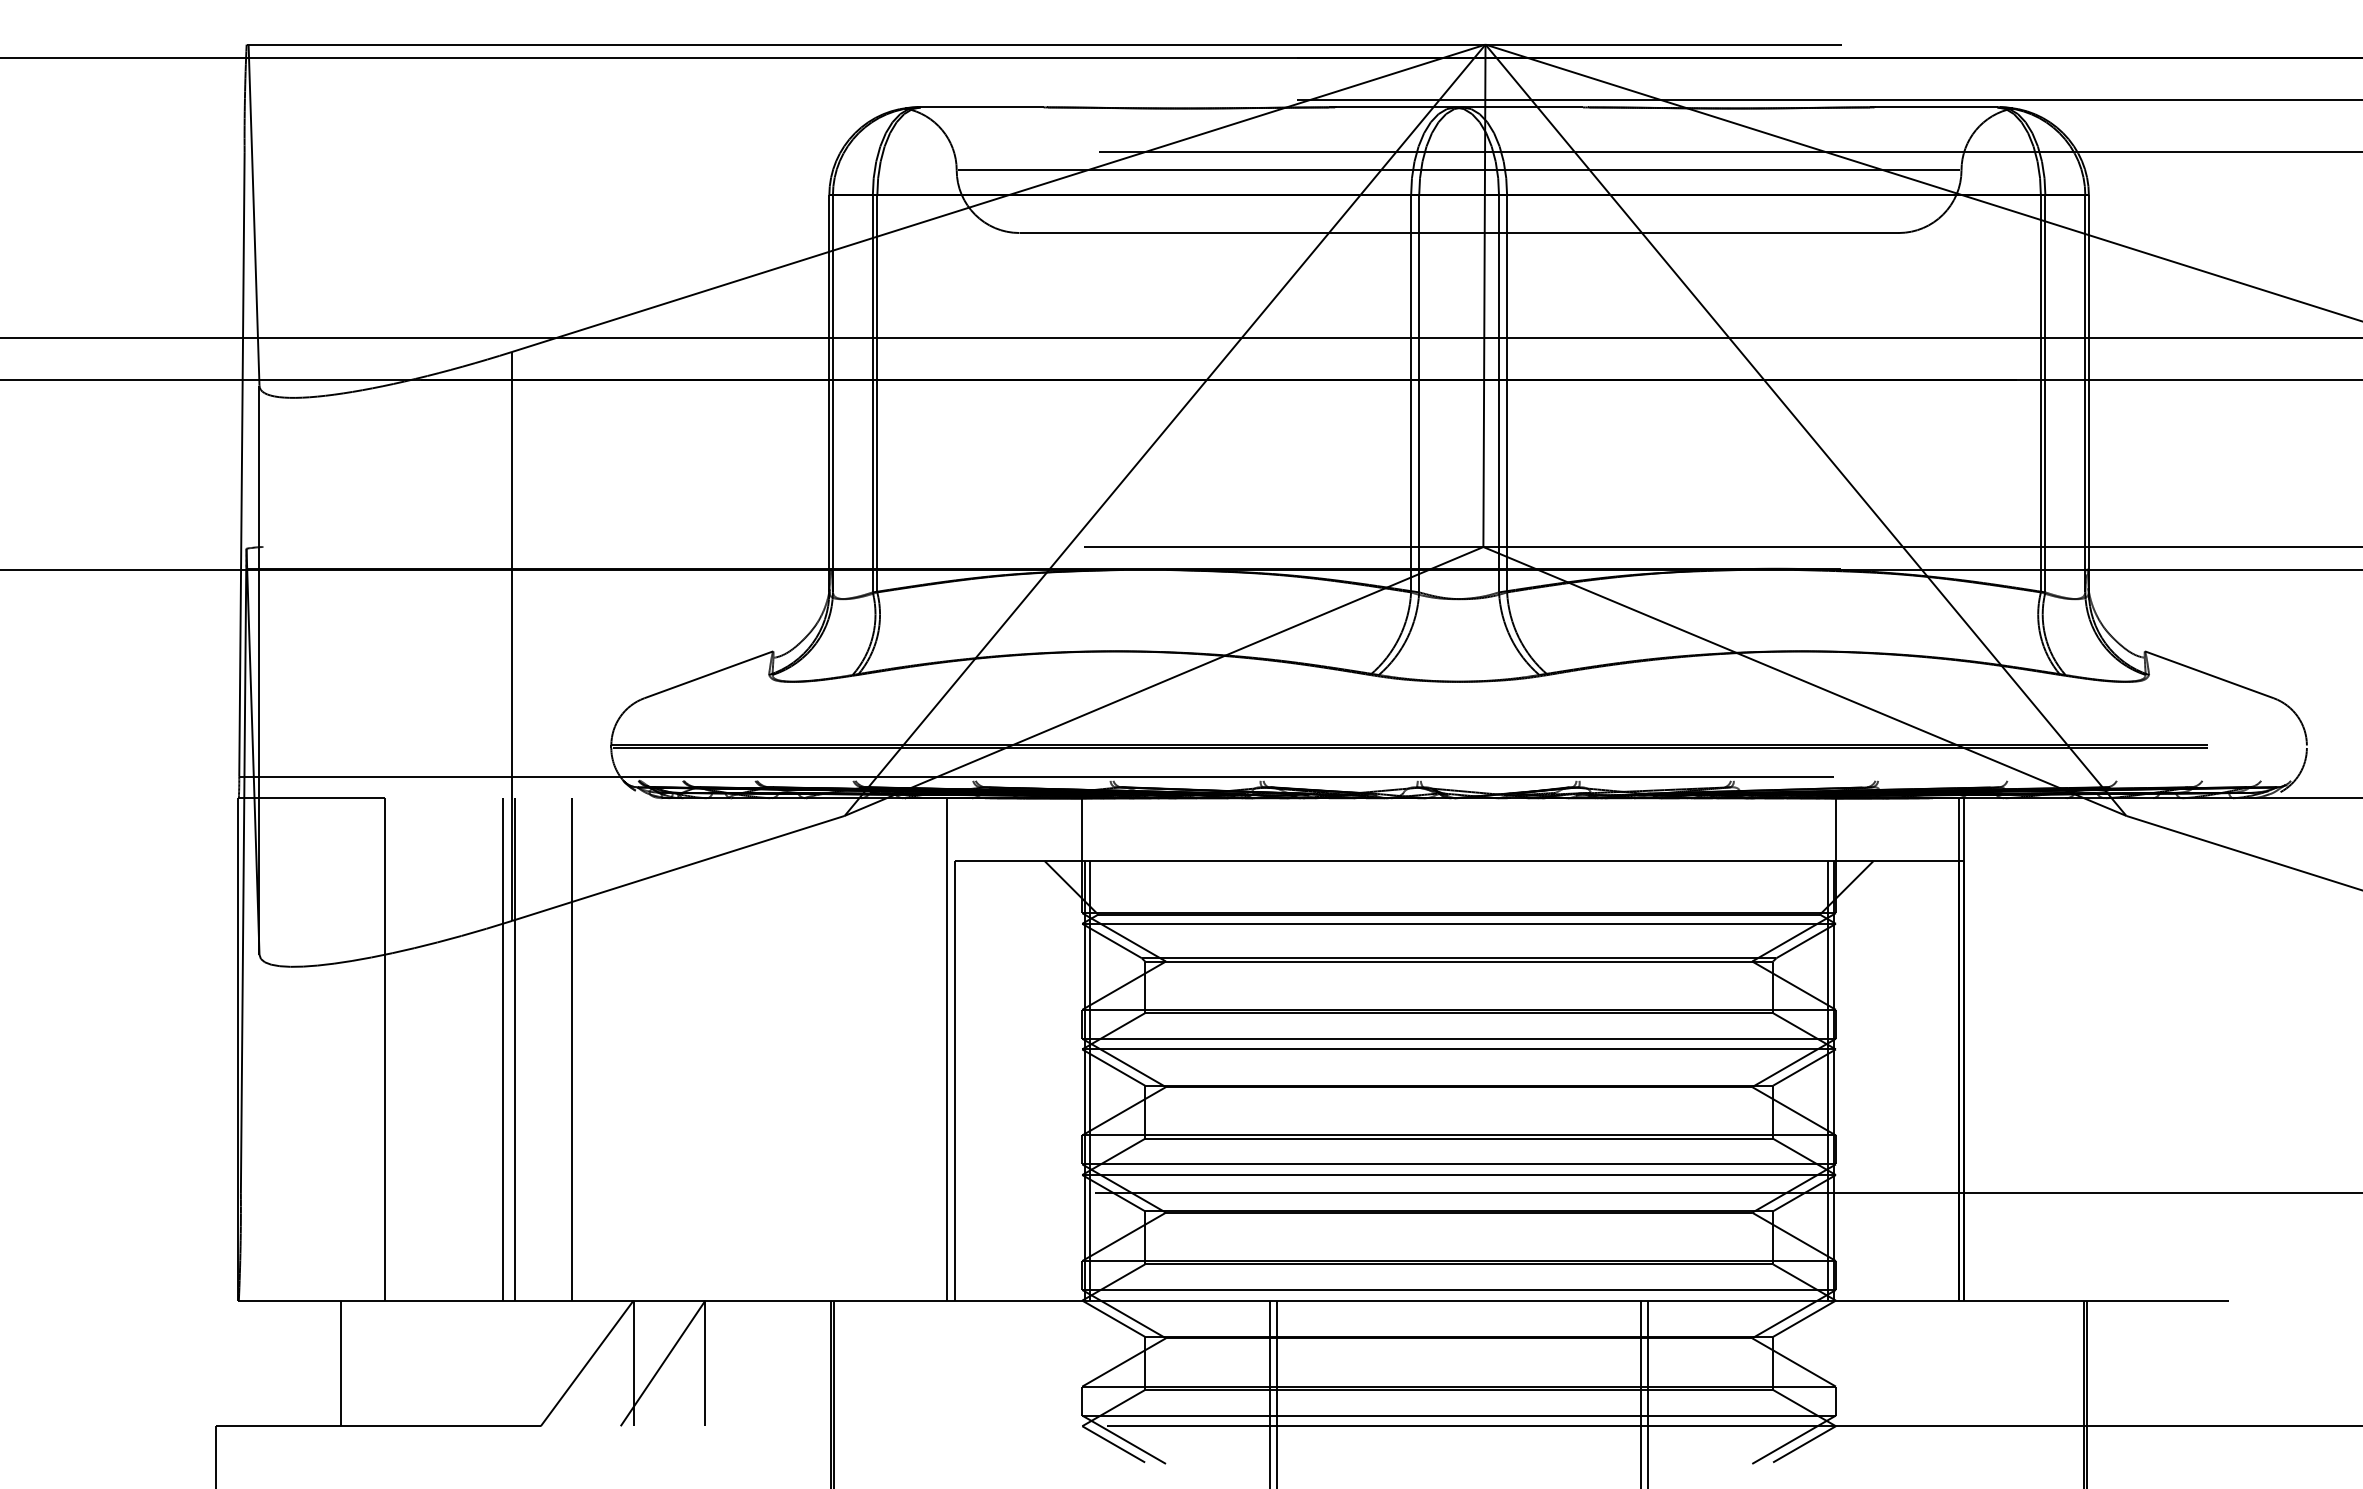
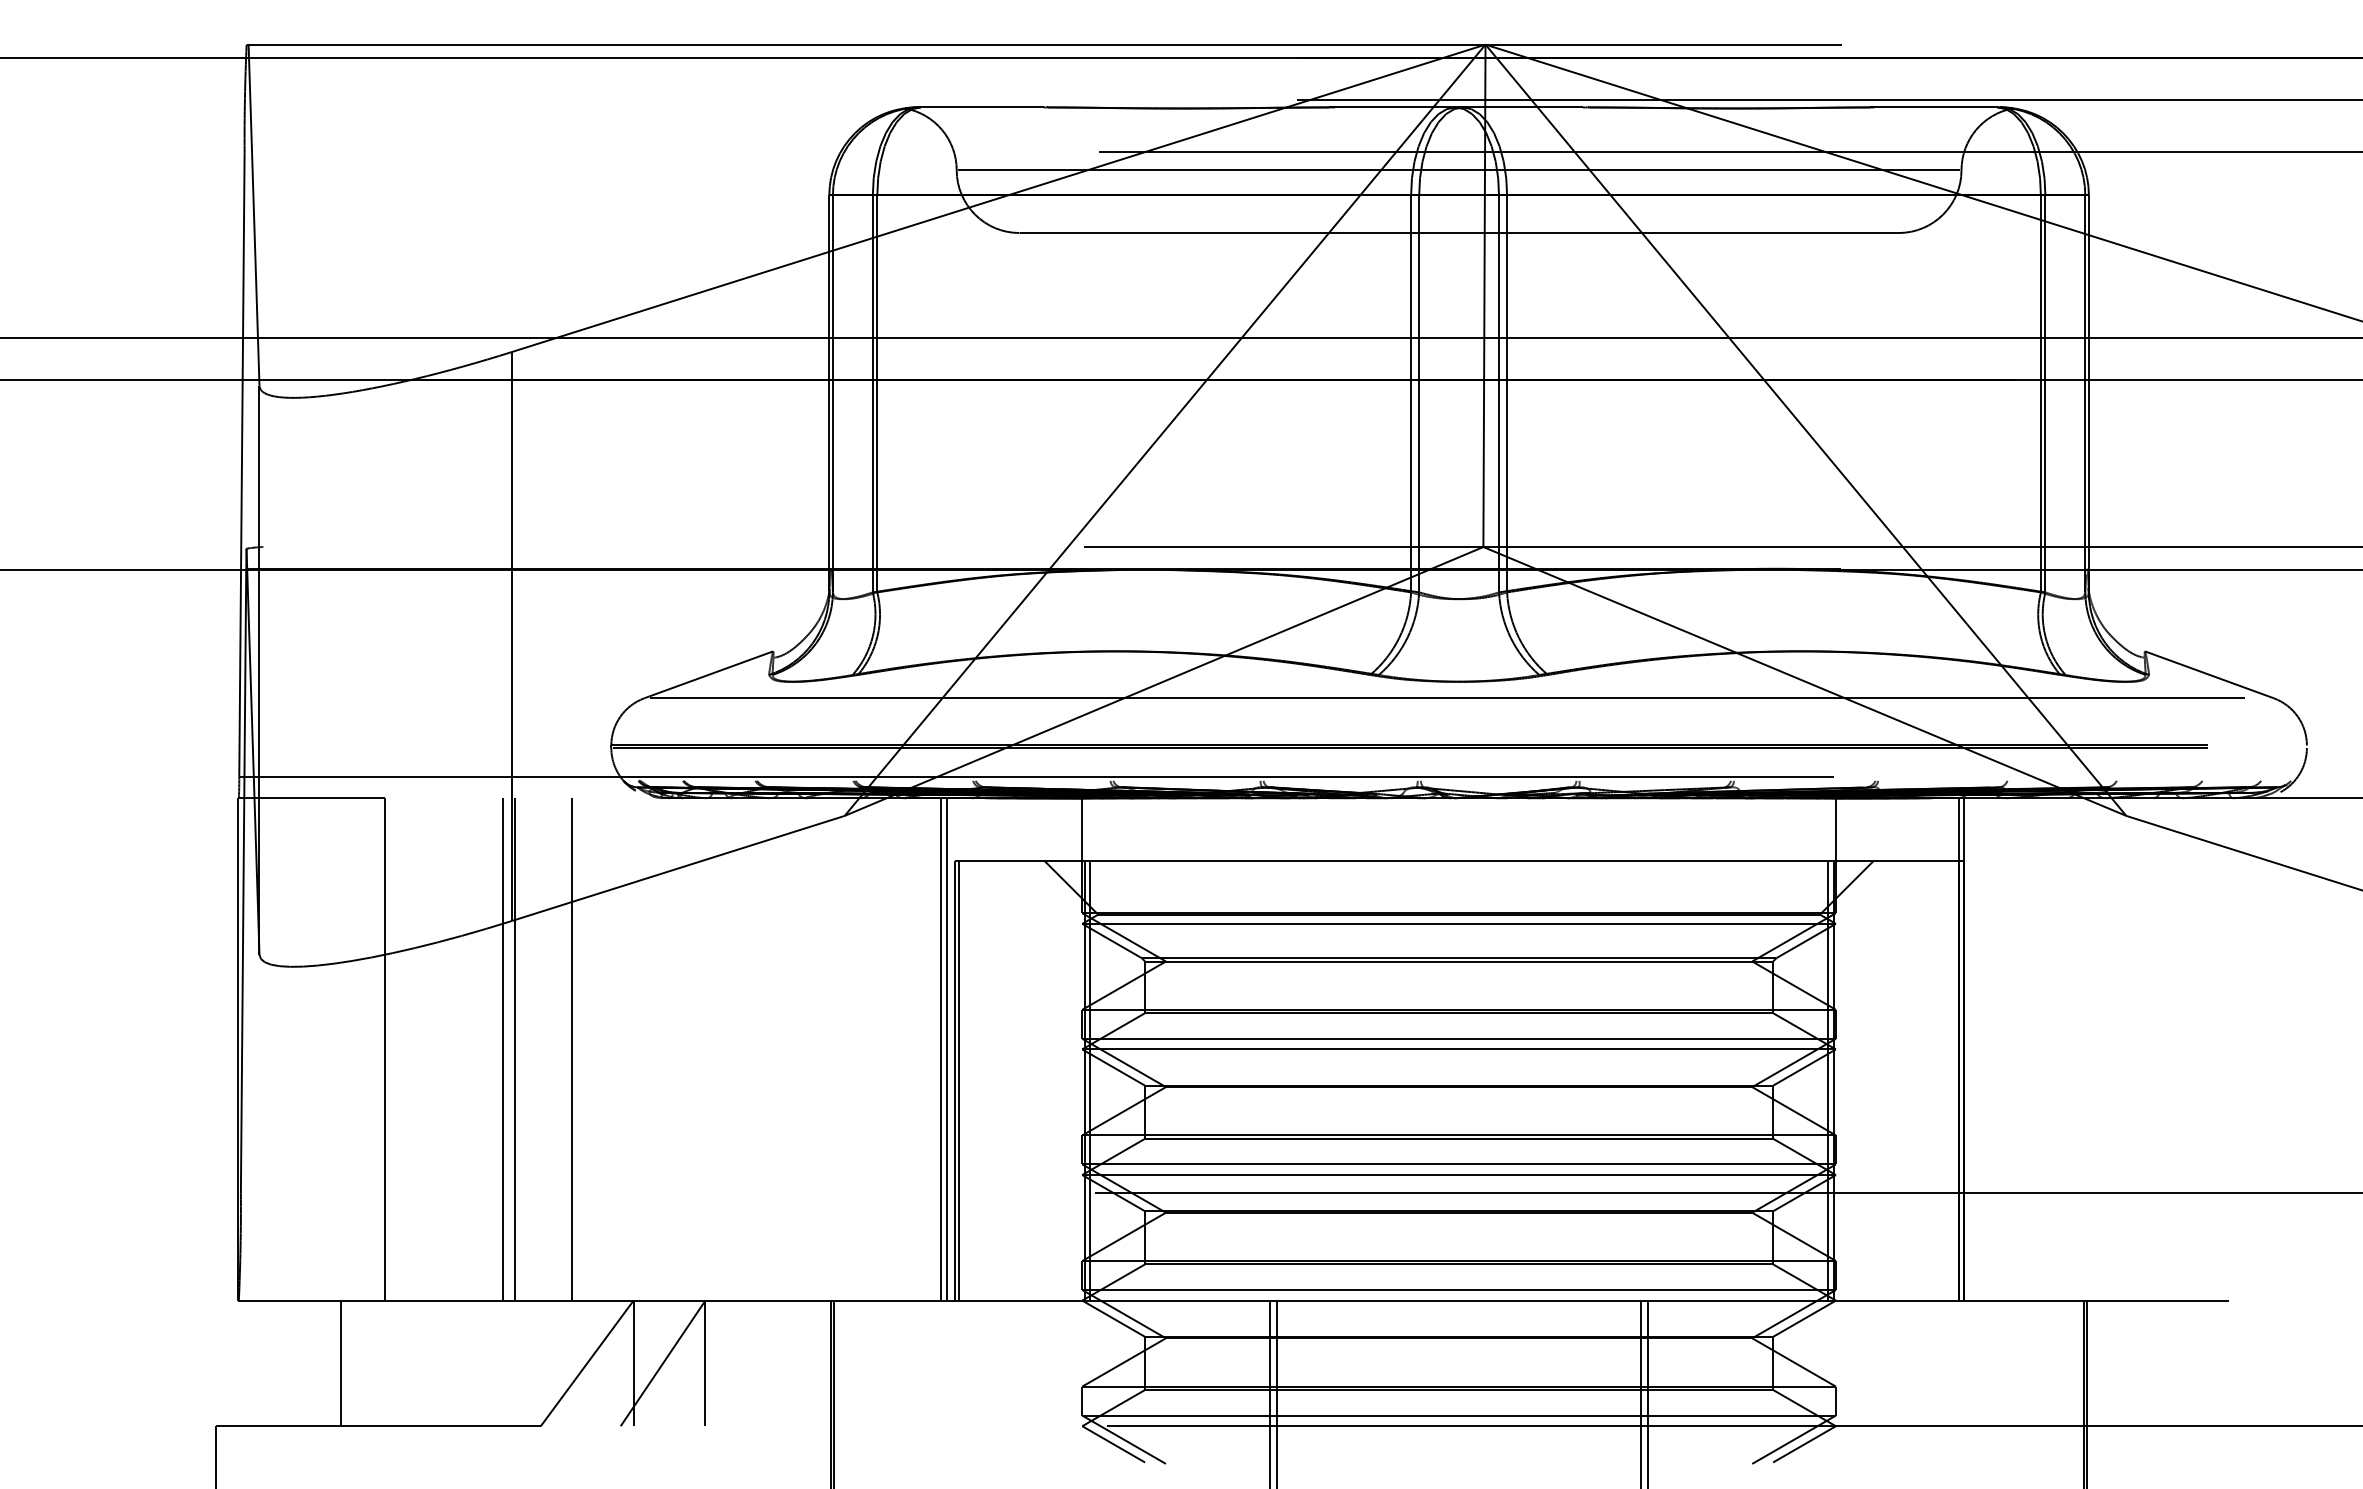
line at (1458, 698): none -> present
line at (941, 1049): none -> present
line at (958, 1080): none -> present
